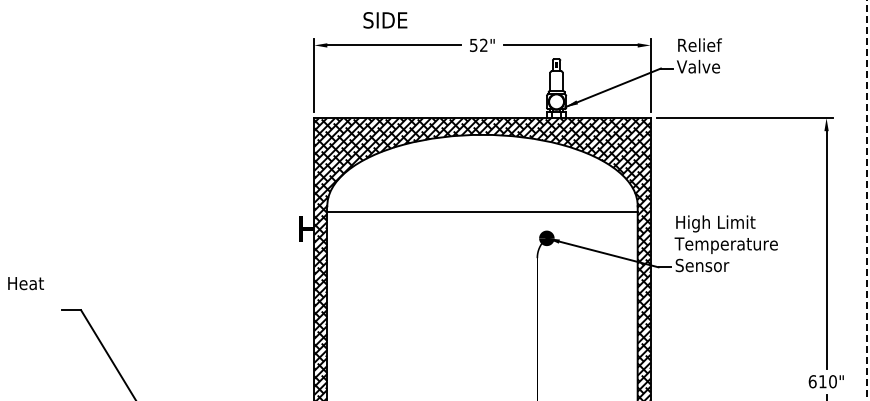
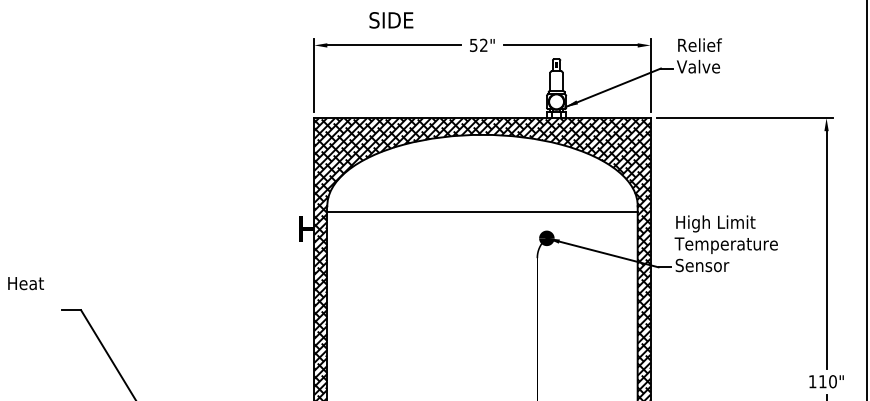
text at (385, 20) position: (385, 20) -> (391, 20)
line at (867, 200): dashed -> solid
text at (812, 381): 610" -> 110"
